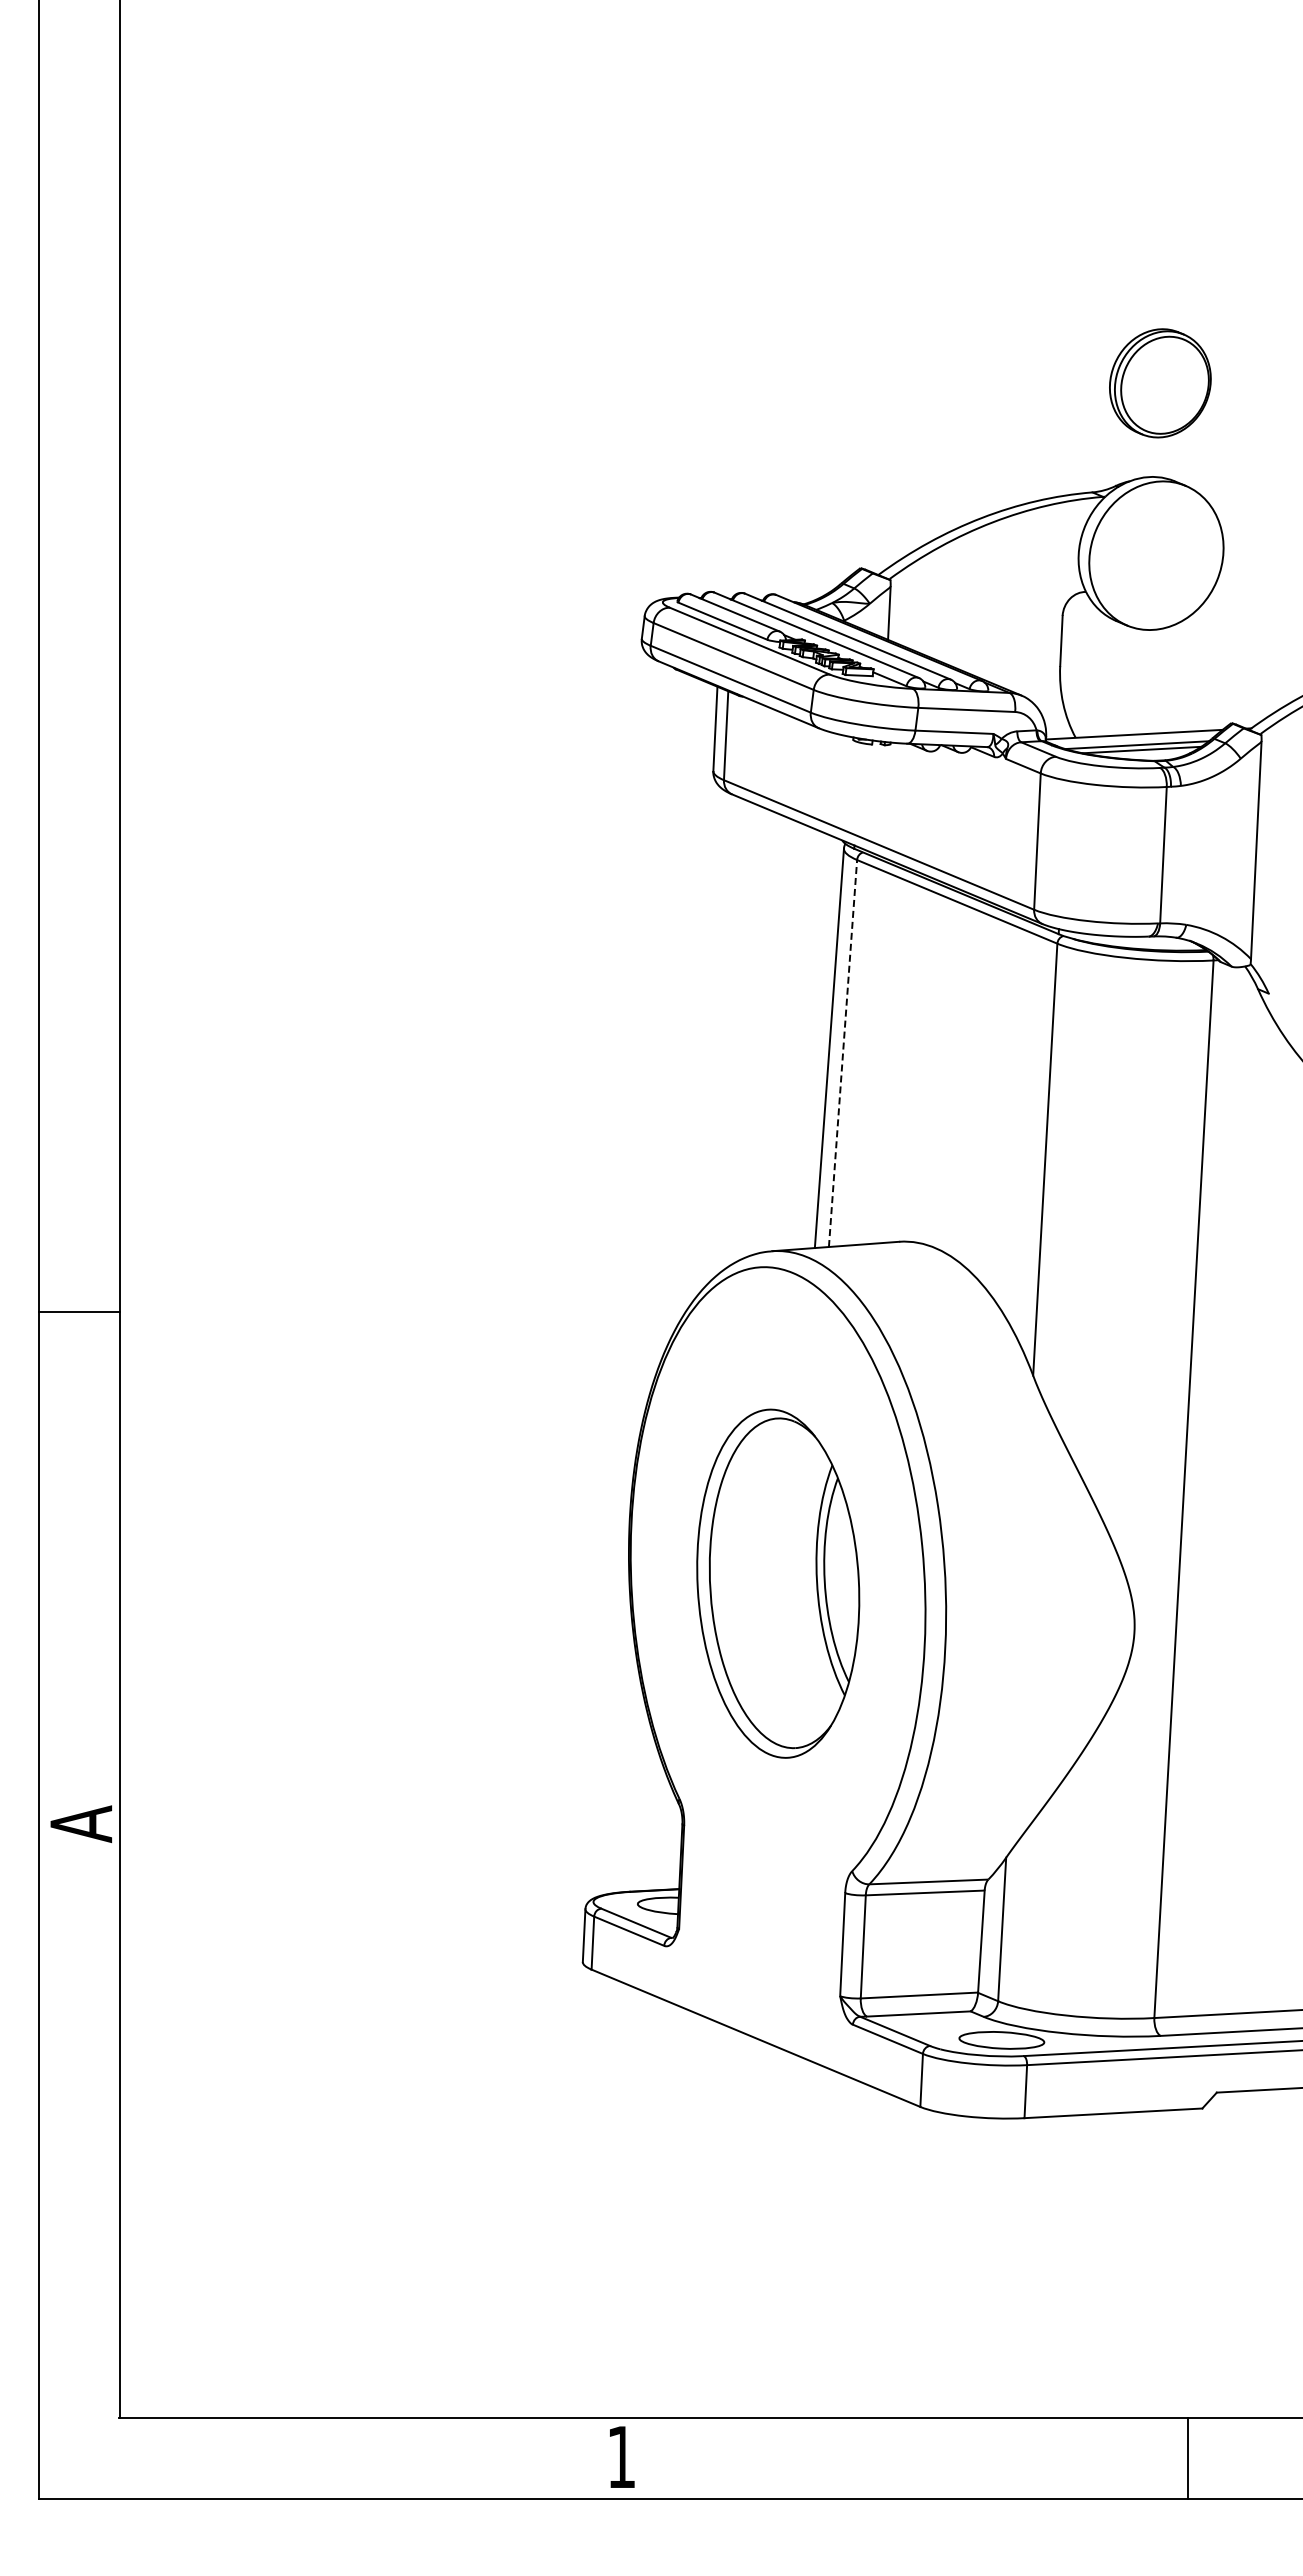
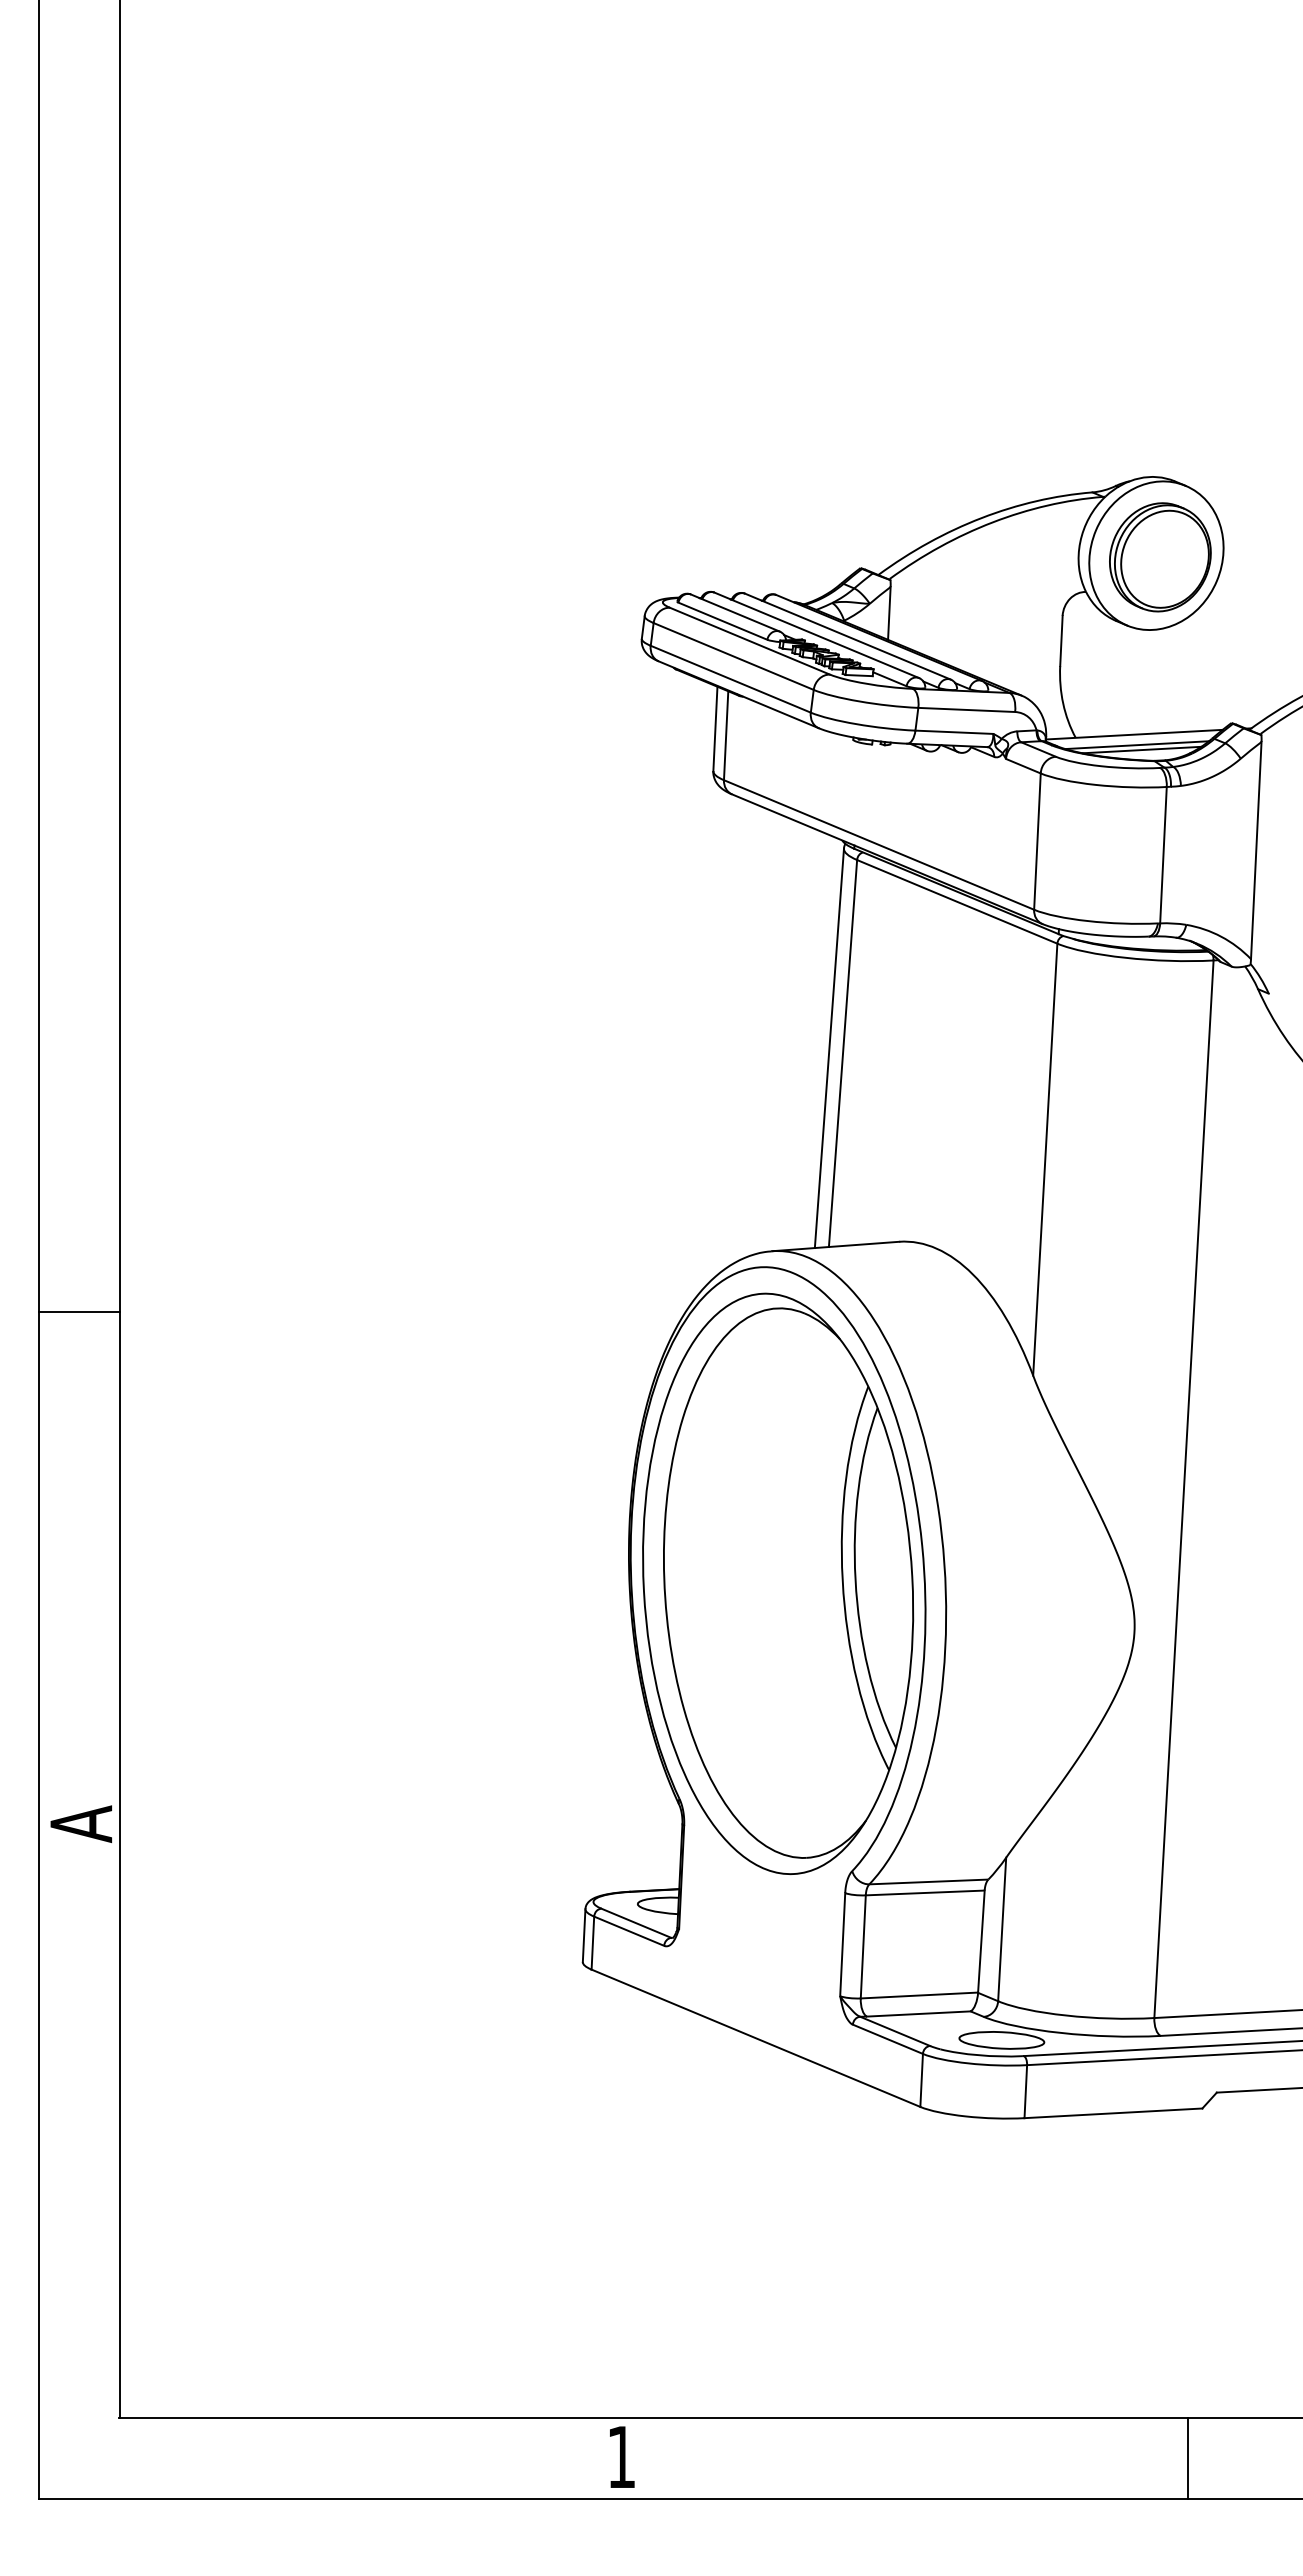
part at (1160, 383) position: (1160, 383) -> (1160, 557)
line at (843, 1053): dashed -> solid
part at (778, 1583) size: 165x351 px -> 273x583 px
